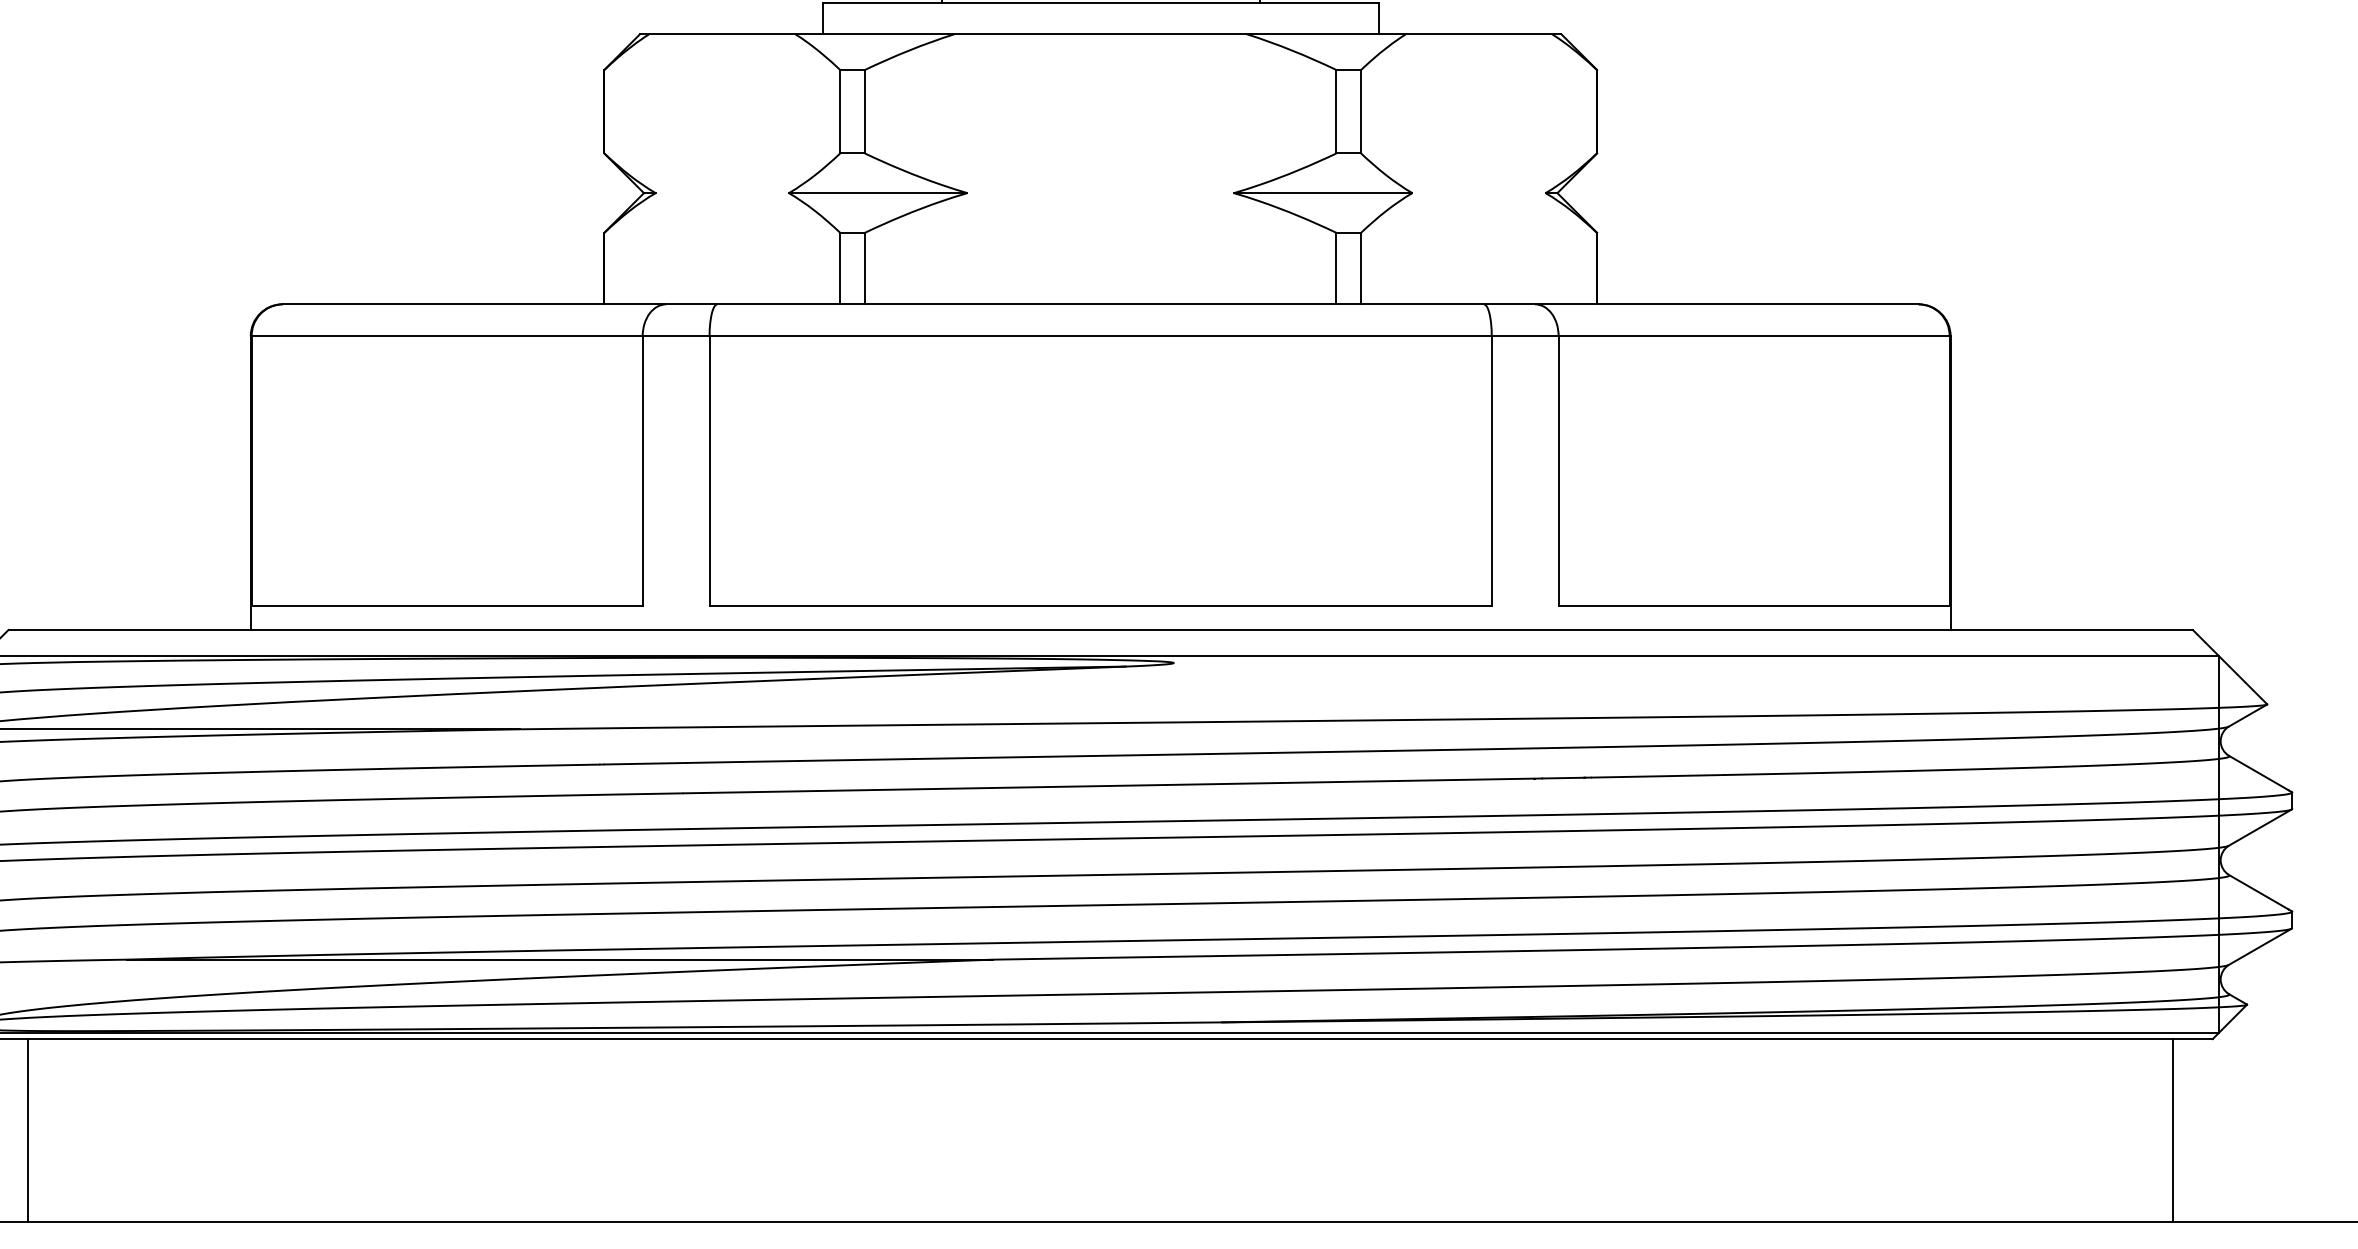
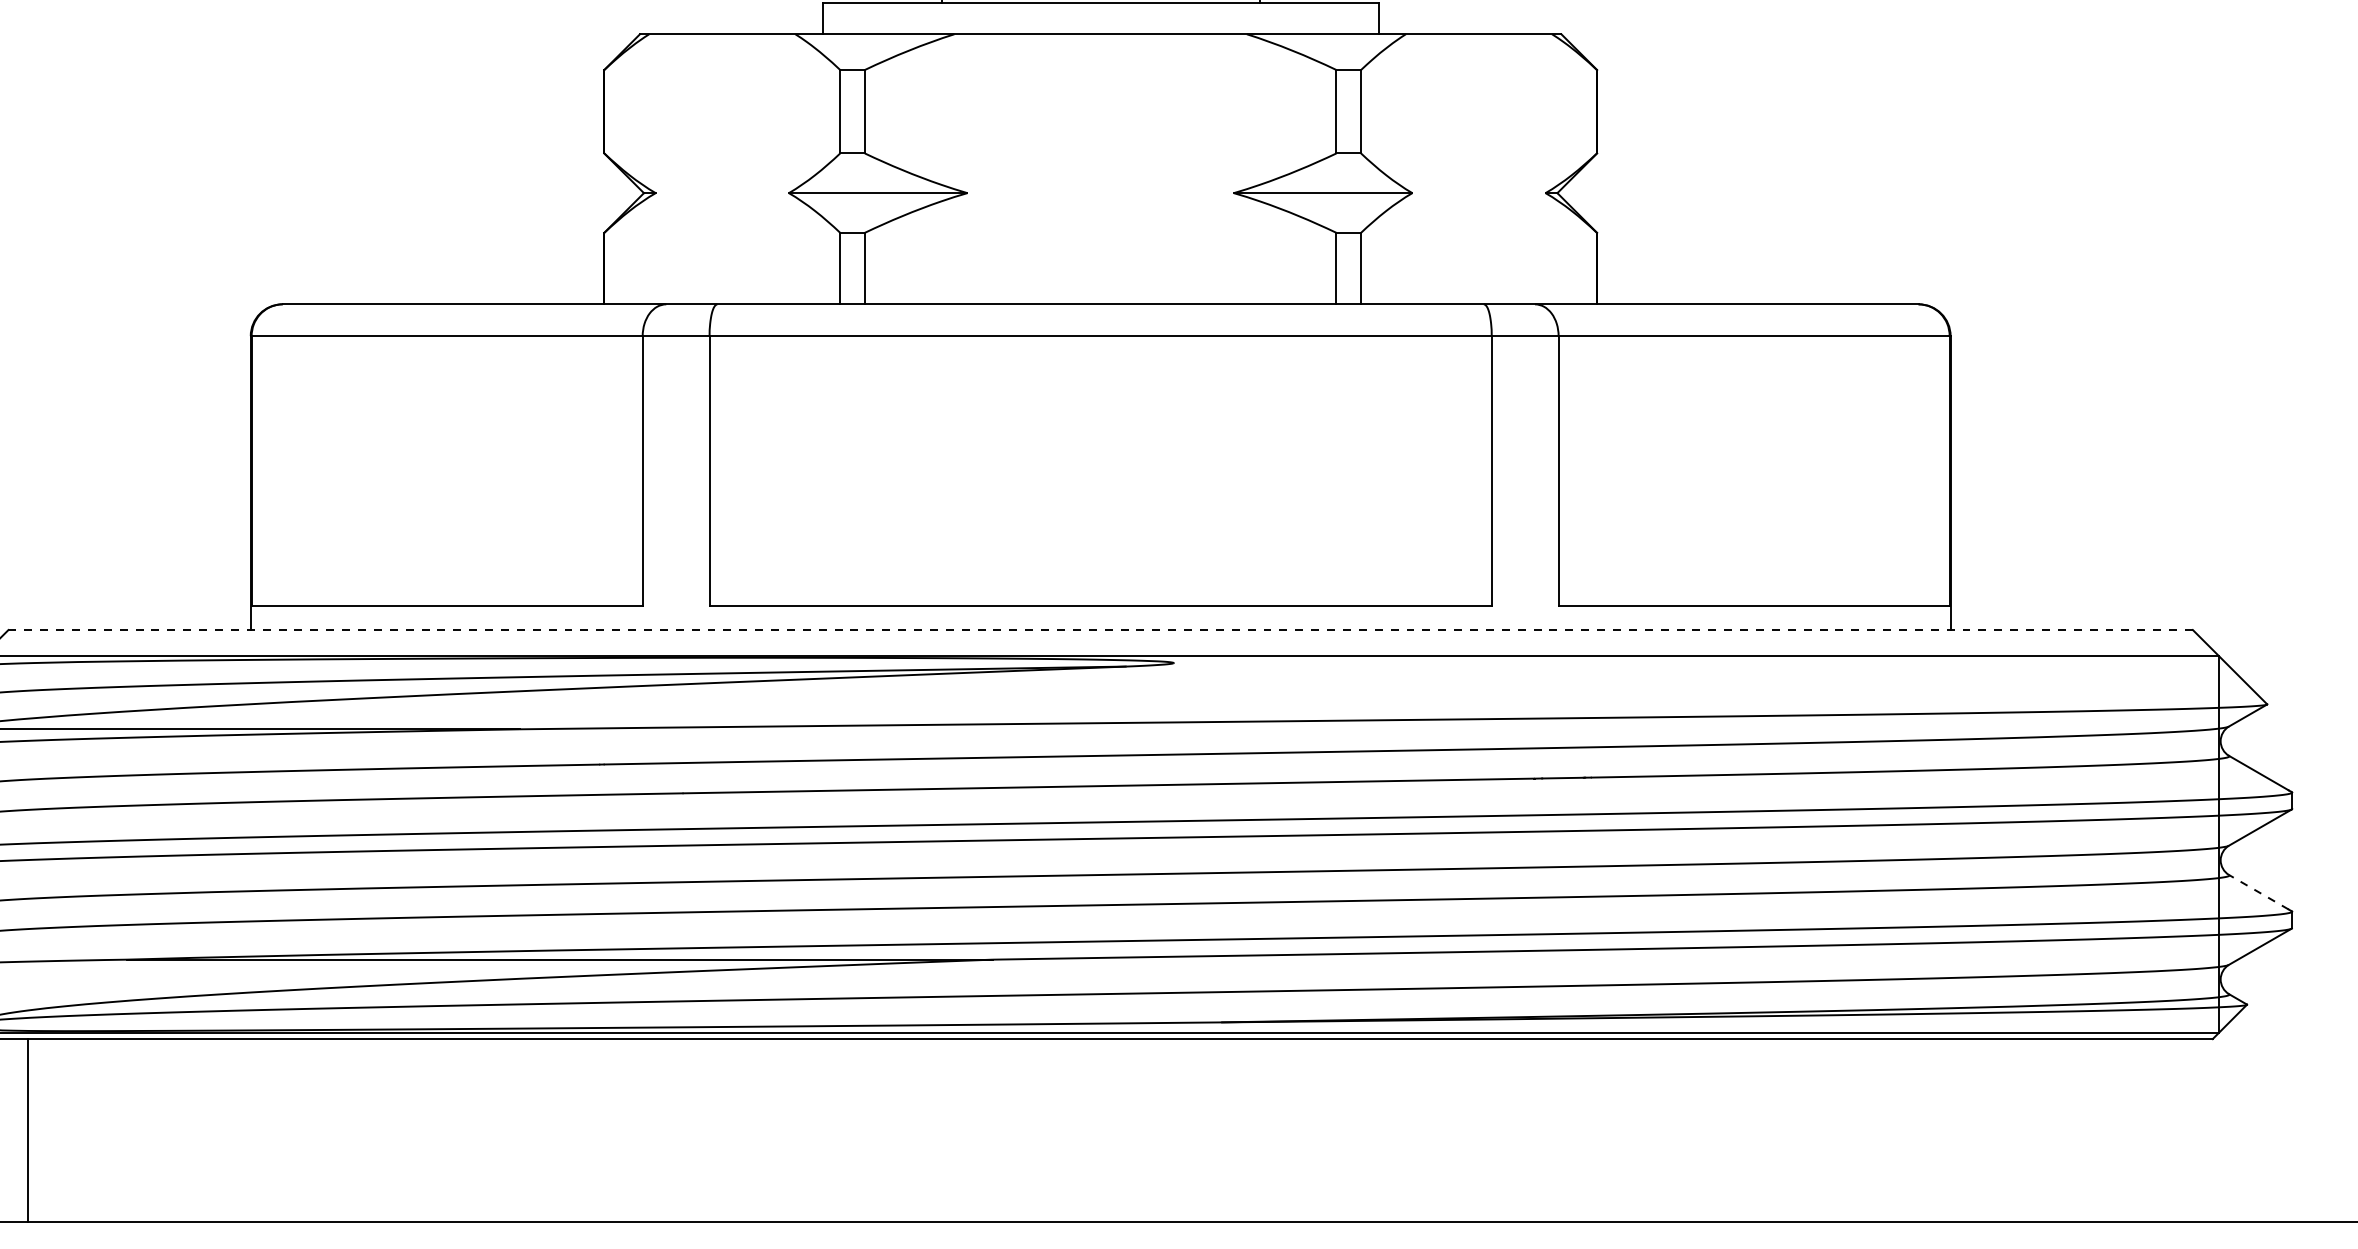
line at (1100, 630): solid -> dashed
line at (2258, 892): solid -> dashed
line at (2173, 1130): present -> none
